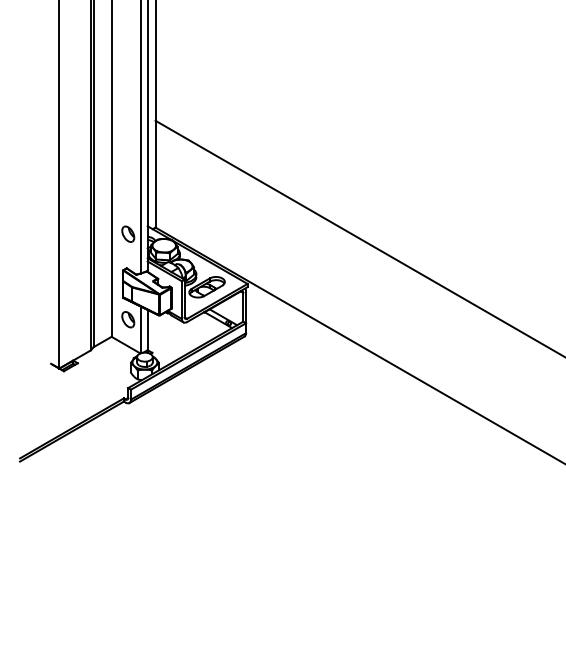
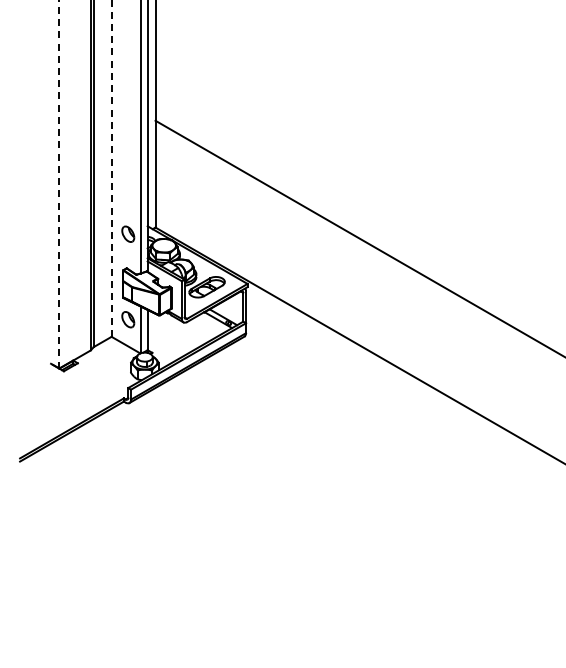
line at (111, 167): solid -> dashed
line at (59, 184): solid -> dashed
